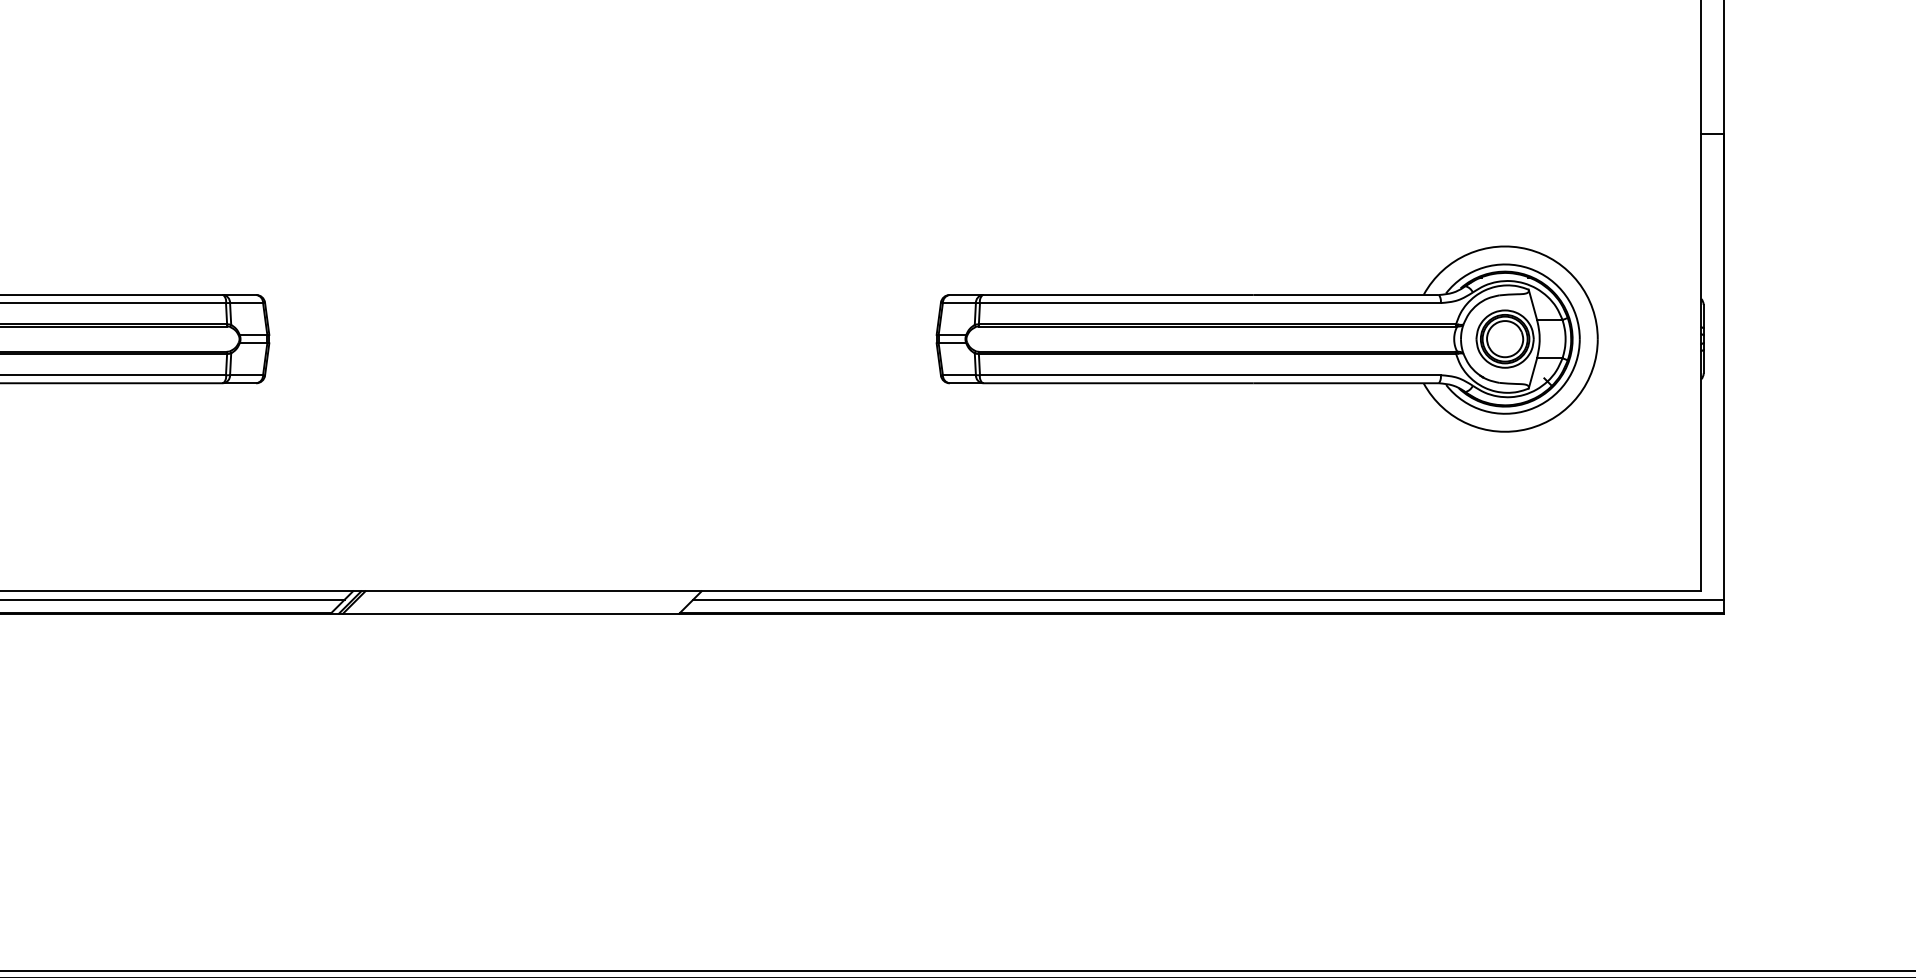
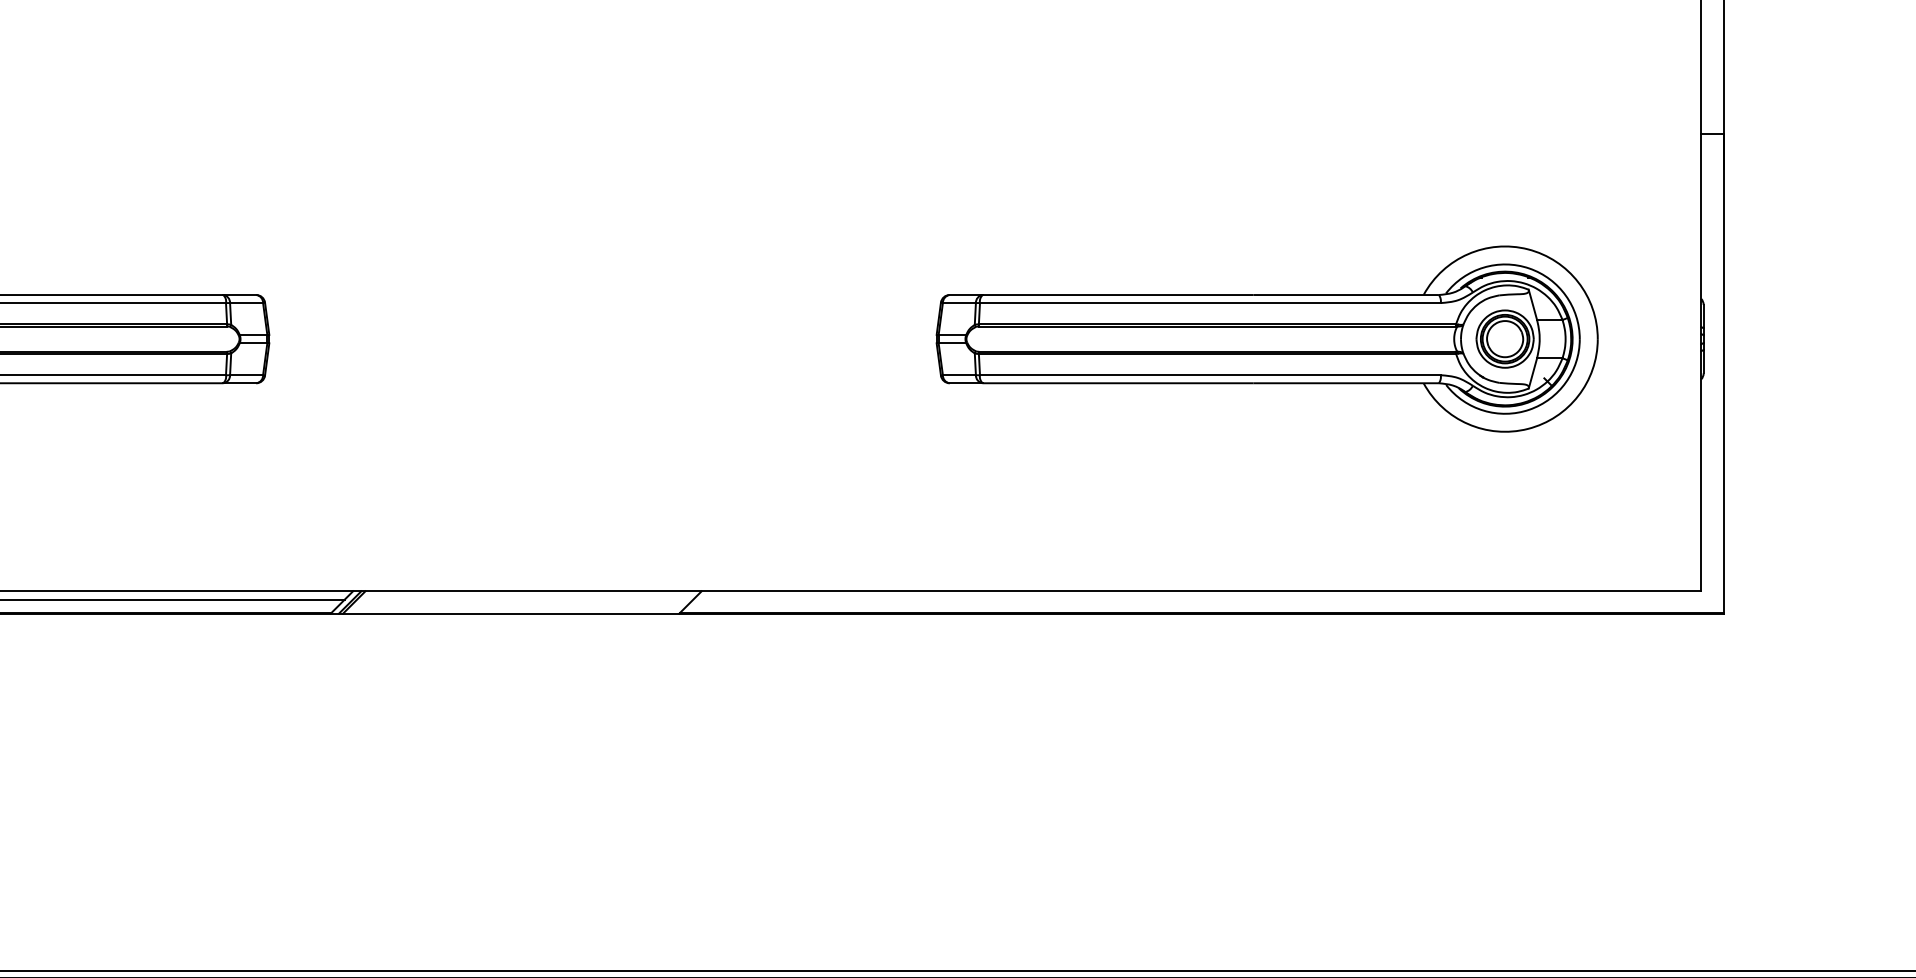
line at (1208, 599): present -> none
